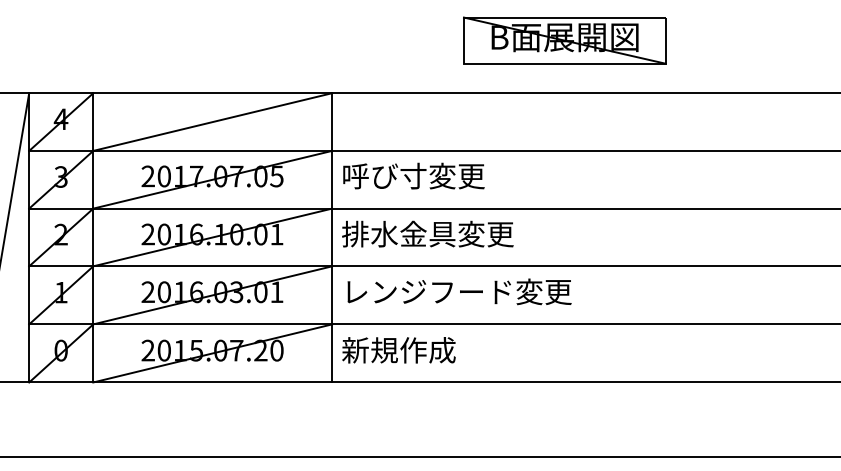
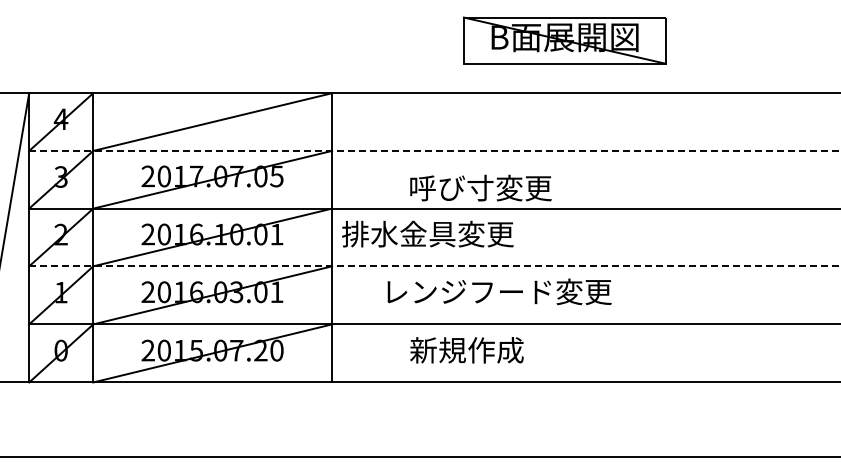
line at (435, 150): solid -> dashed
text at (413, 175) position: (413, 175) -> (480, 187)
line at (435, 266): solid -> dashed
text at (459, 291) position: (459, 291) -> (499, 291)
text at (398, 350) position: (398, 350) -> (466, 350)
